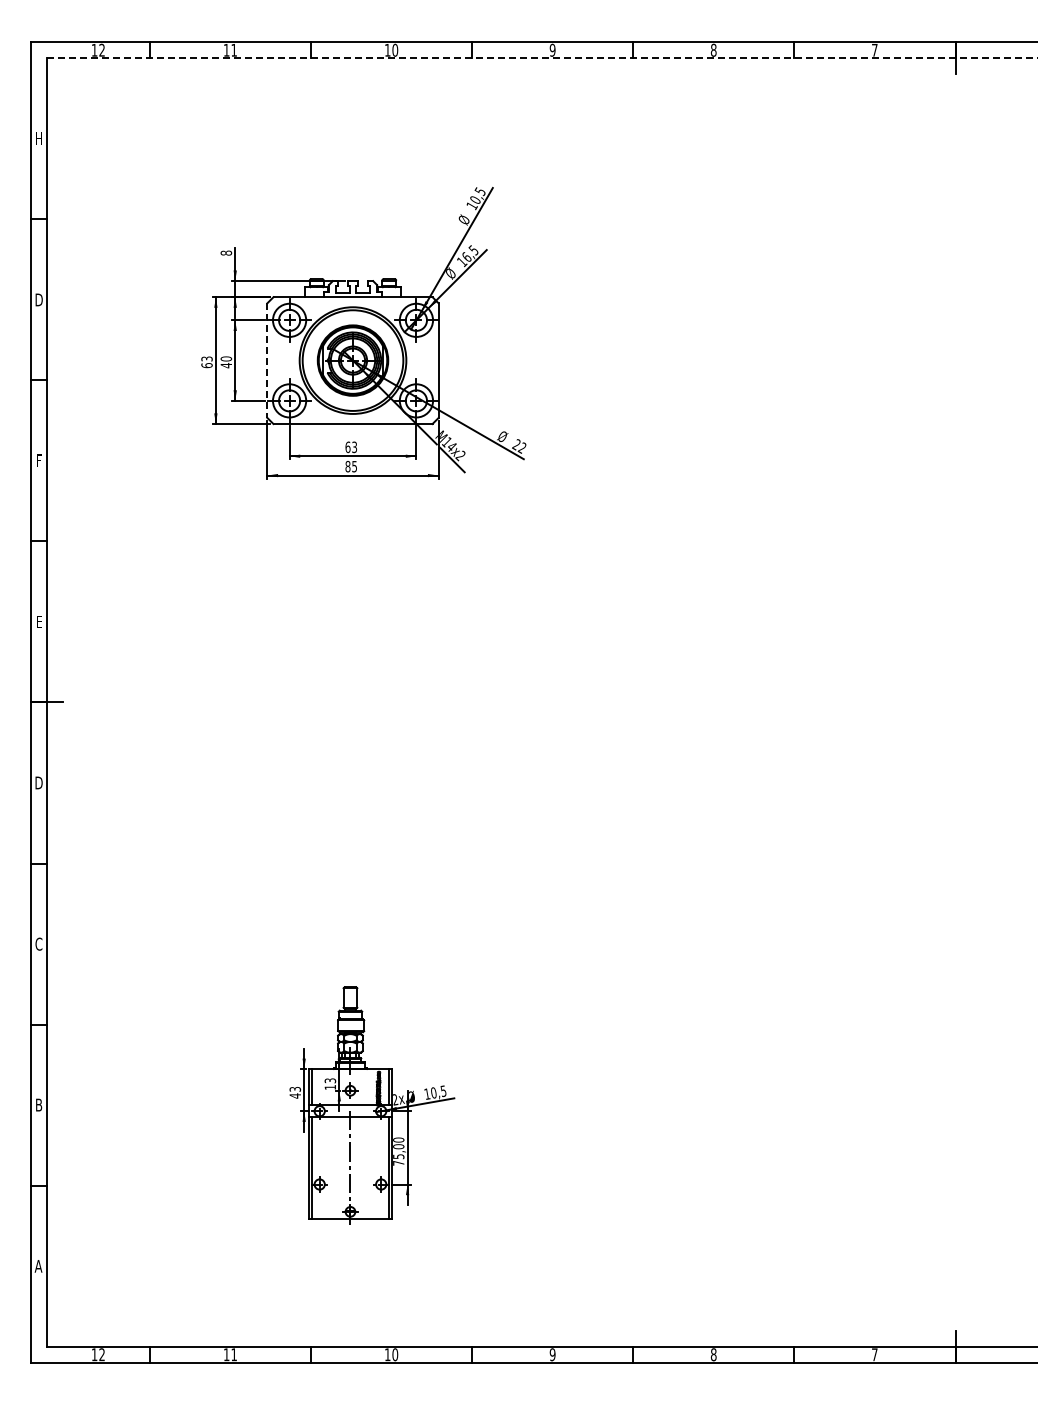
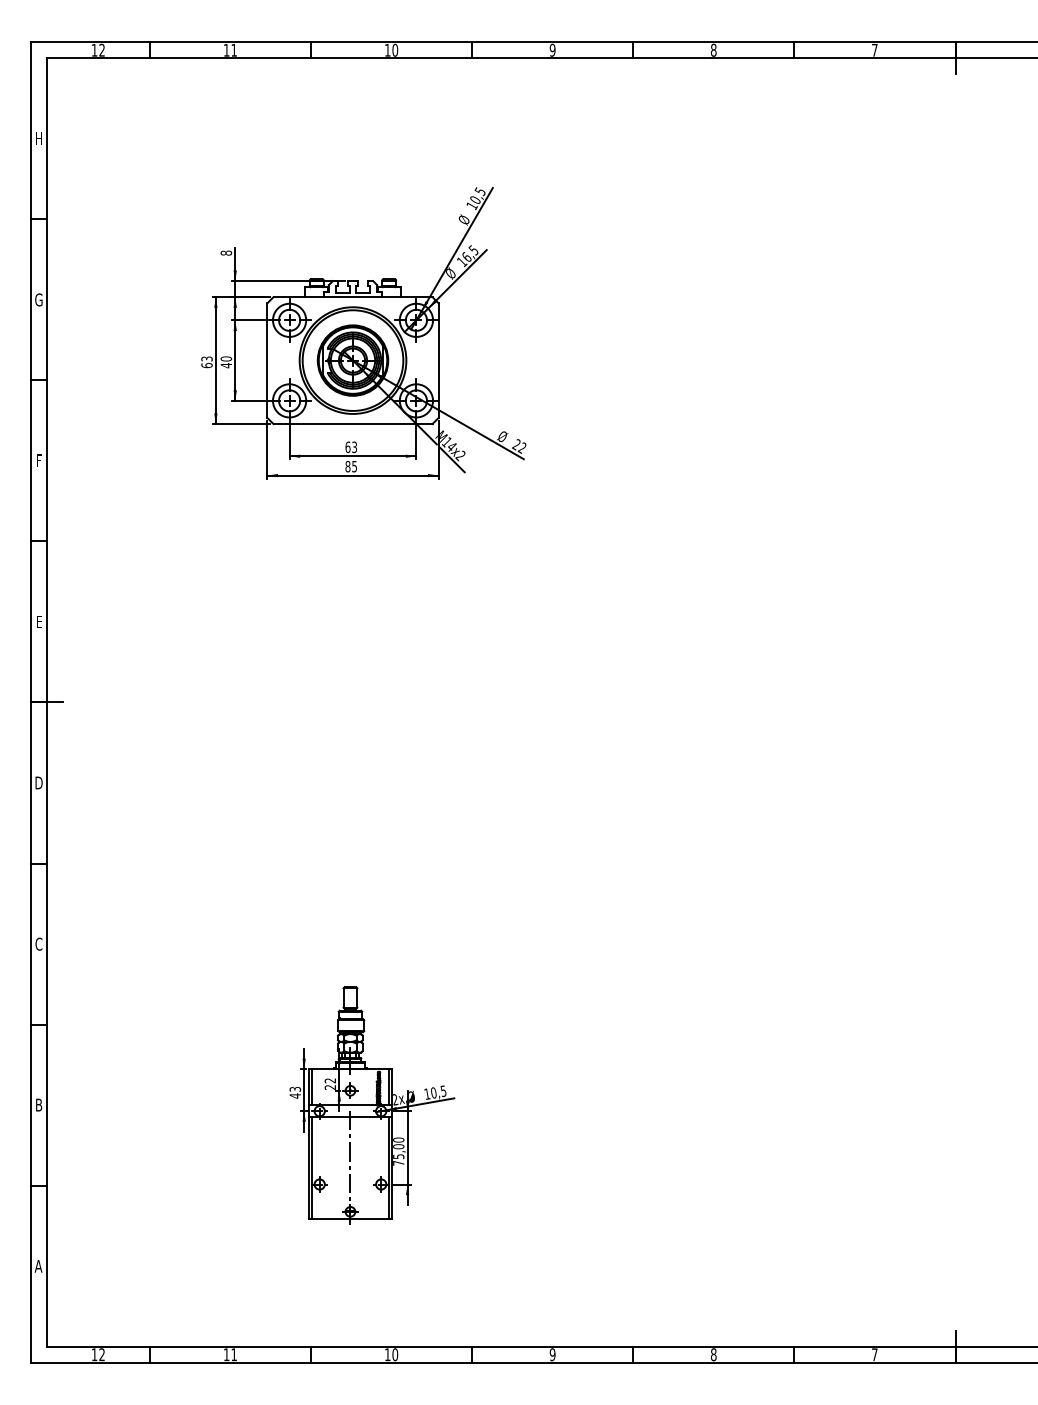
line at (542, 58): dashed -> solid
text at (38, 299): D -> G
line at (267, 361): dashed -> solid
text at (330, 1083): 13 -> 22
